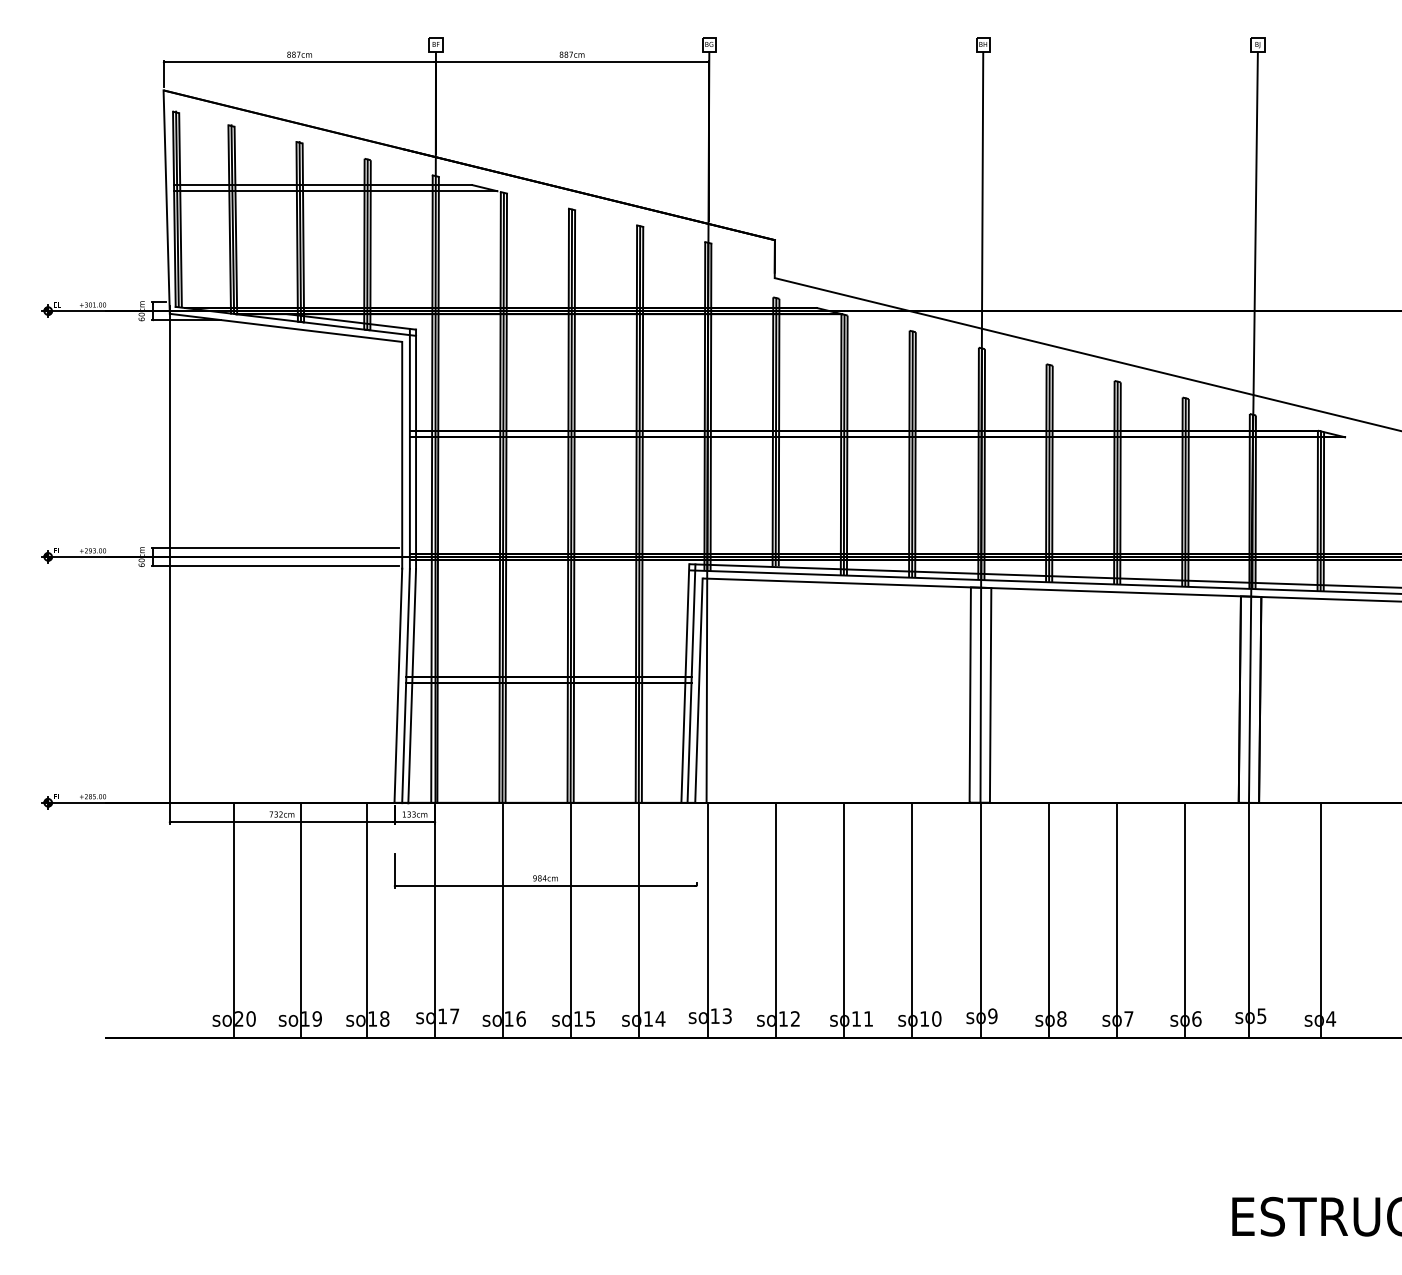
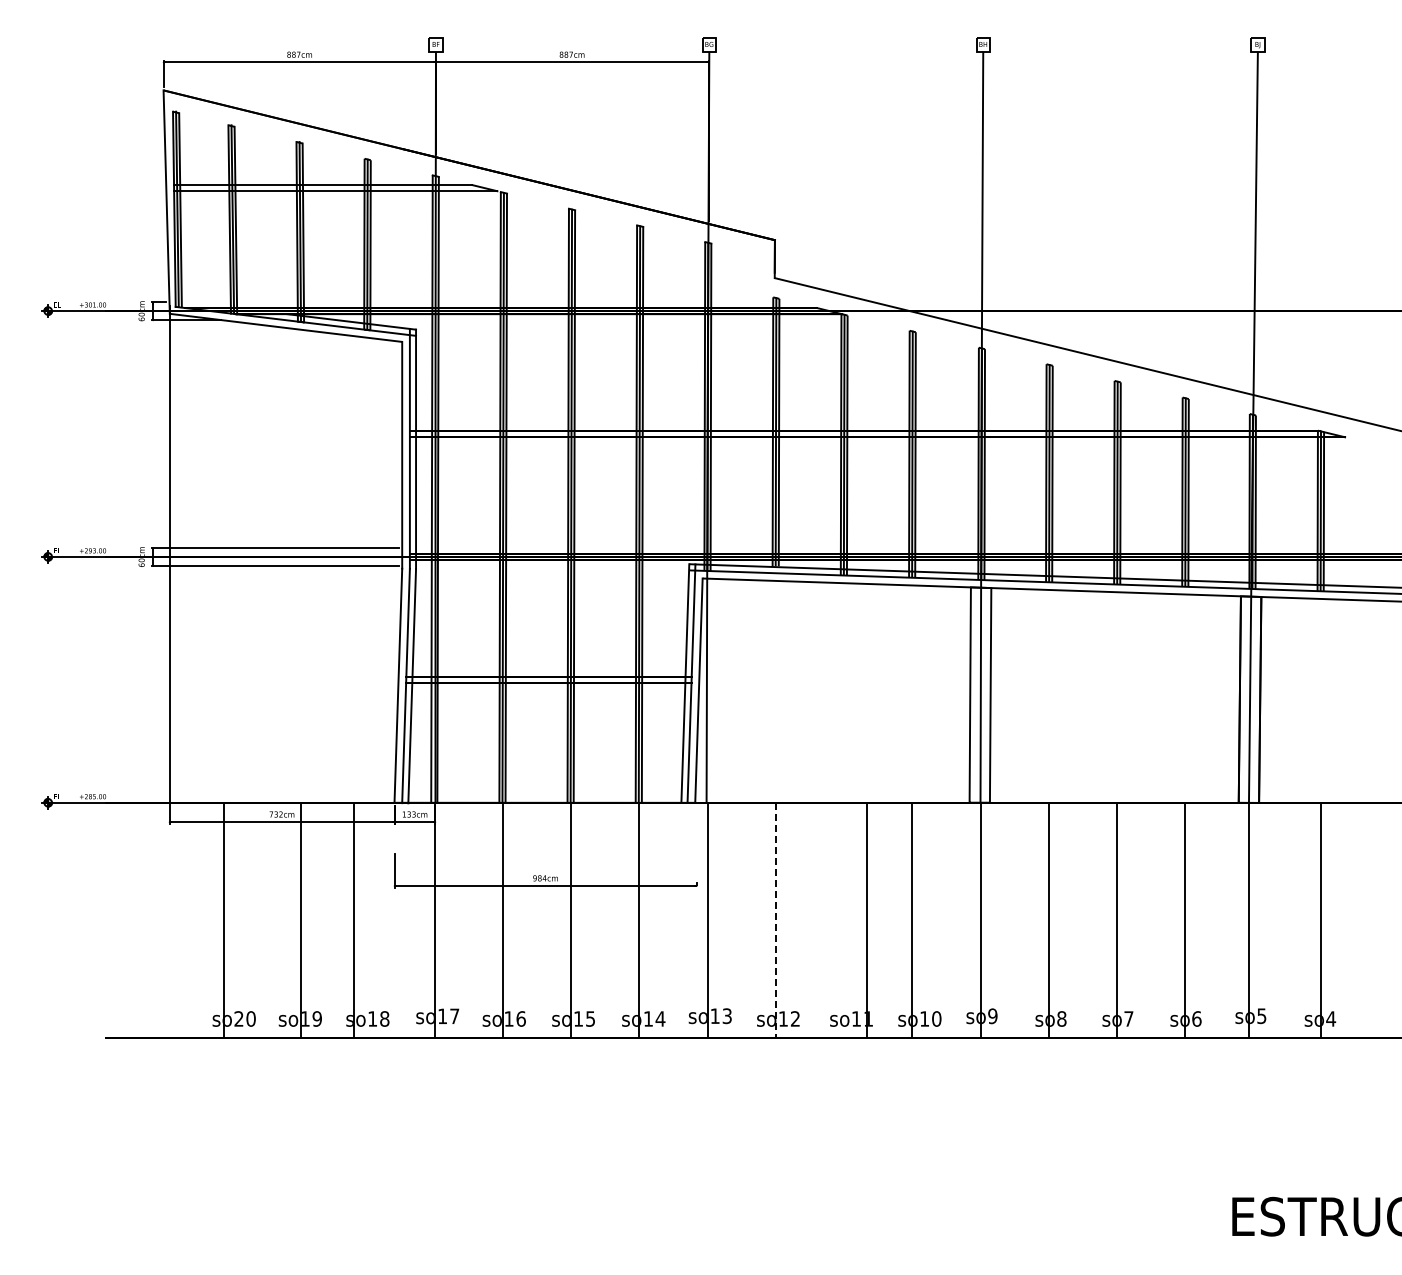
line at (234, 920) position: (234, 920) -> (224, 920)
line at (367, 920) position: (367, 920) -> (354, 920)
line at (775, 920): solid -> dashed
line at (843, 920) position: (843, 920) -> (866, 920)
